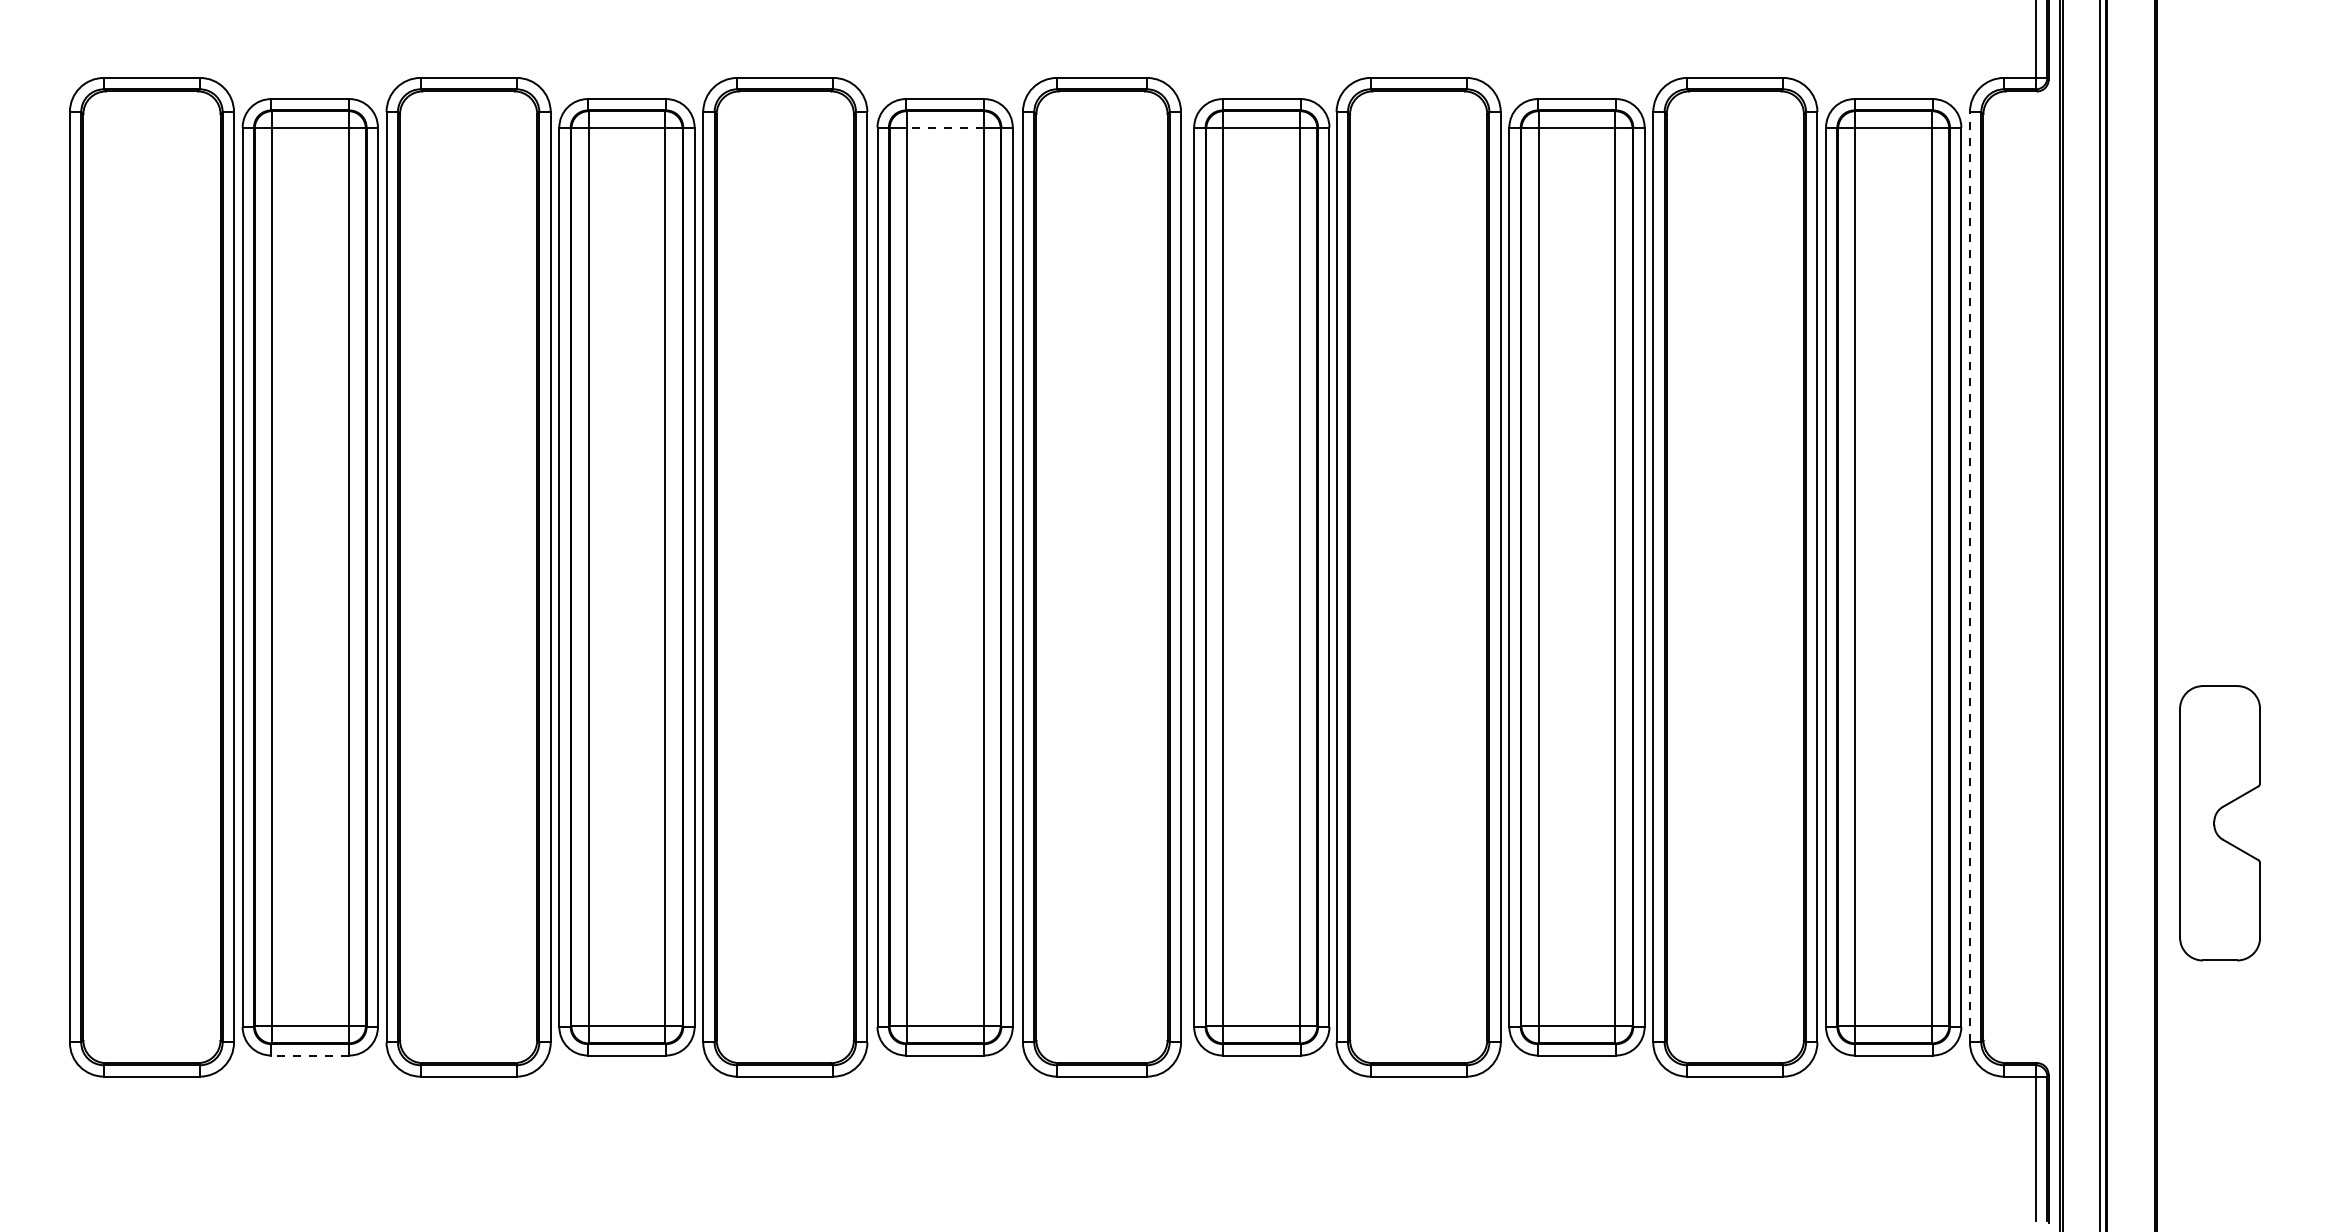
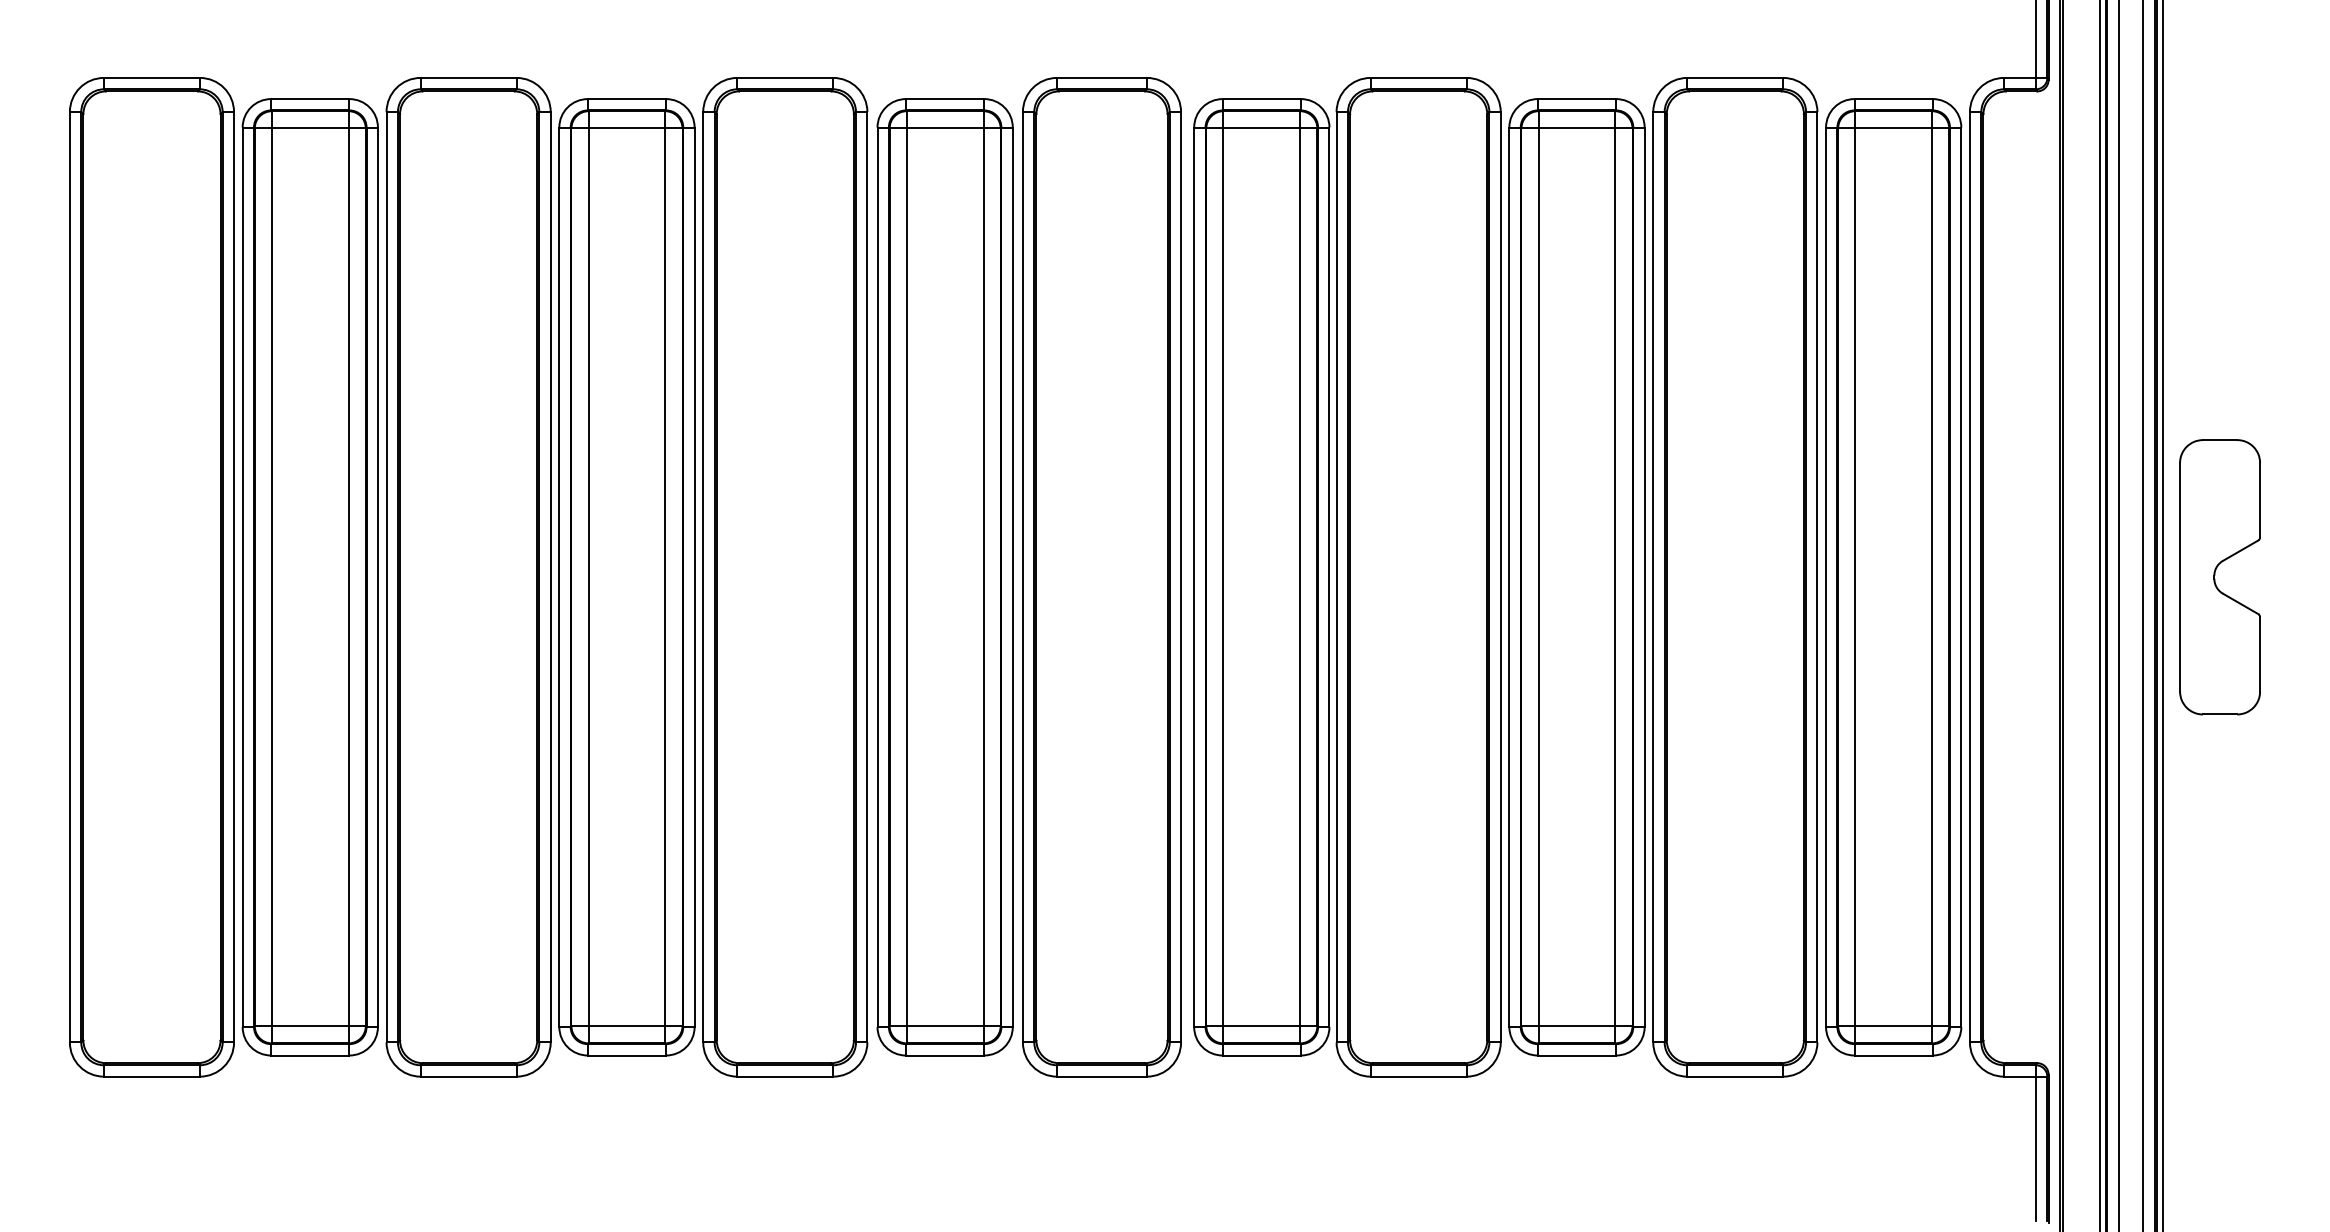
line at (944, 128): dashed -> solid
line at (1969, 576): dashed -> solid
line at (2119, 615): none -> present
line at (2143, 615): none -> present
line at (2162, 615): none -> present
part at (2219, 823) position: (2219, 823) -> (2219, 577)
line at (309, 1055): dashed -> solid
